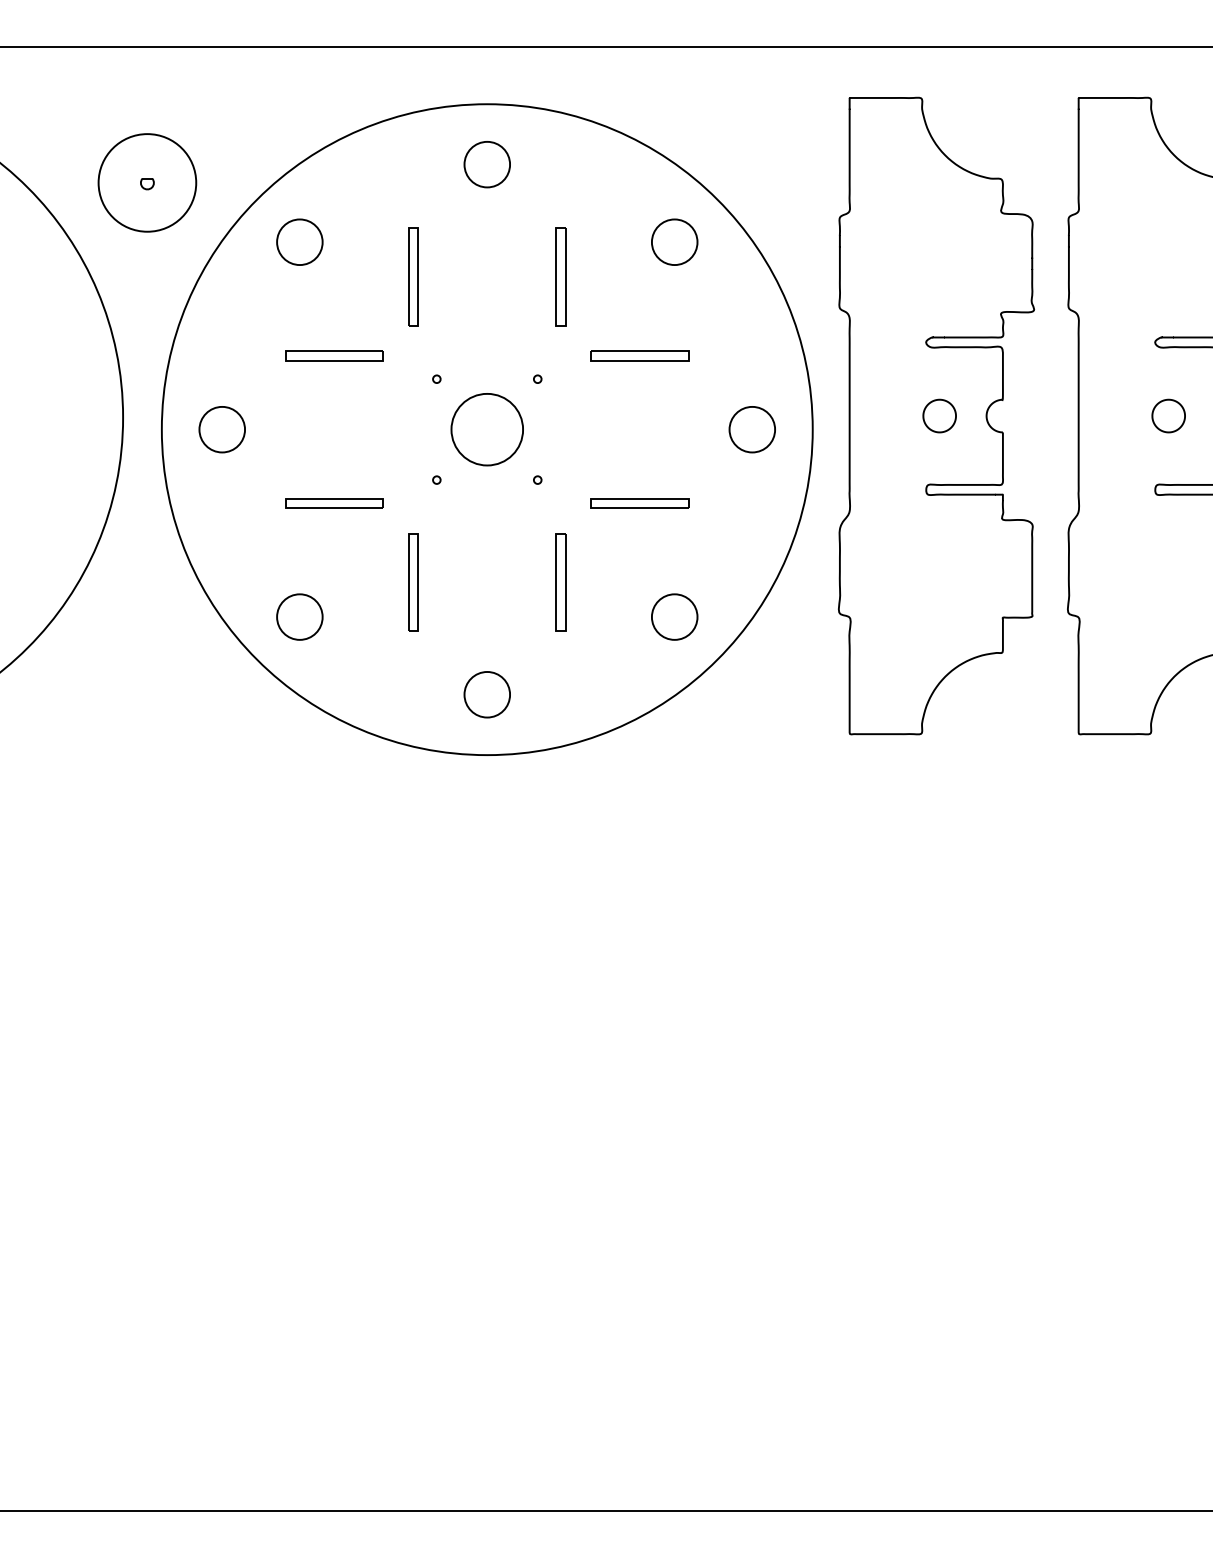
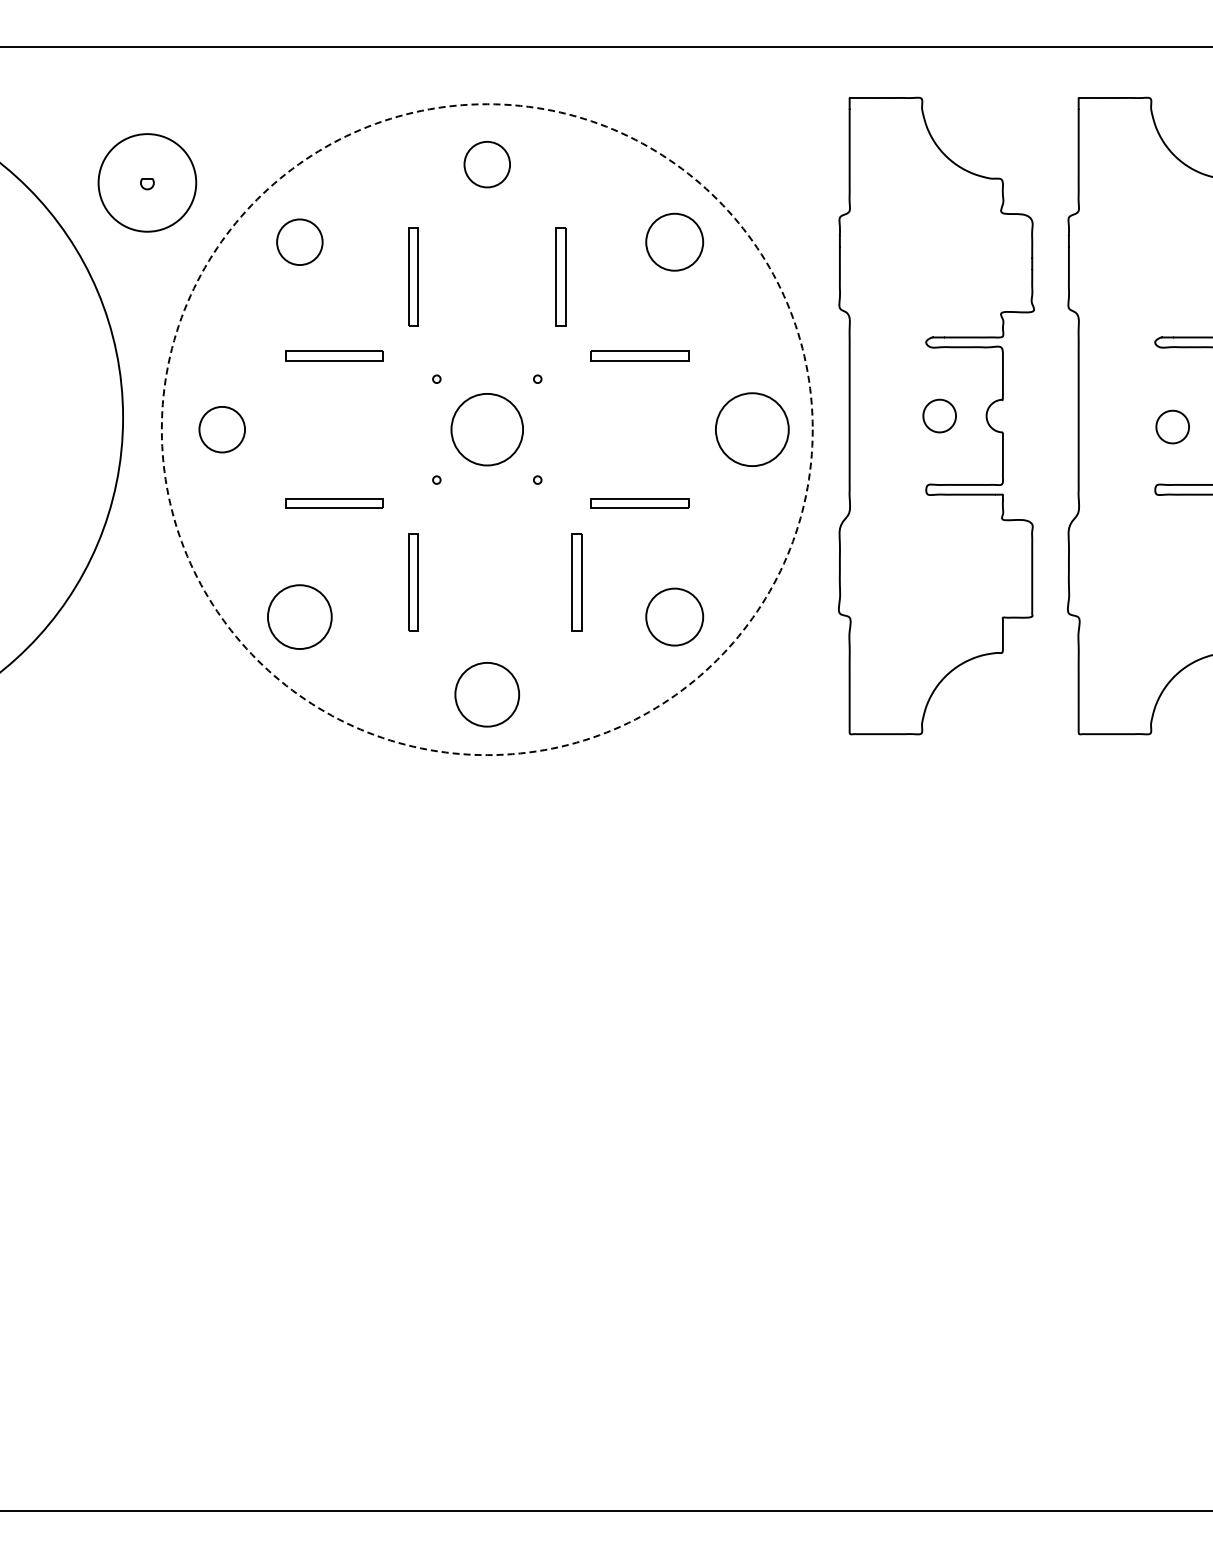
circle at (674, 242) diameter: 46 px -> 57 px
part at (1168, 415) position: (1168, 415) -> (1172, 426)
circle at (486, 429): solid -> dashed
circle at (752, 429) diameter: 46 px -> 73 px
part at (560, 582) position: (560, 582) -> (576, 582)
circle at (299, 616) diameter: 46 px -> 64 px
circle at (674, 616) diameter: 46 px -> 57 px
circle at (487, 694) diameter: 46 px -> 64 px
